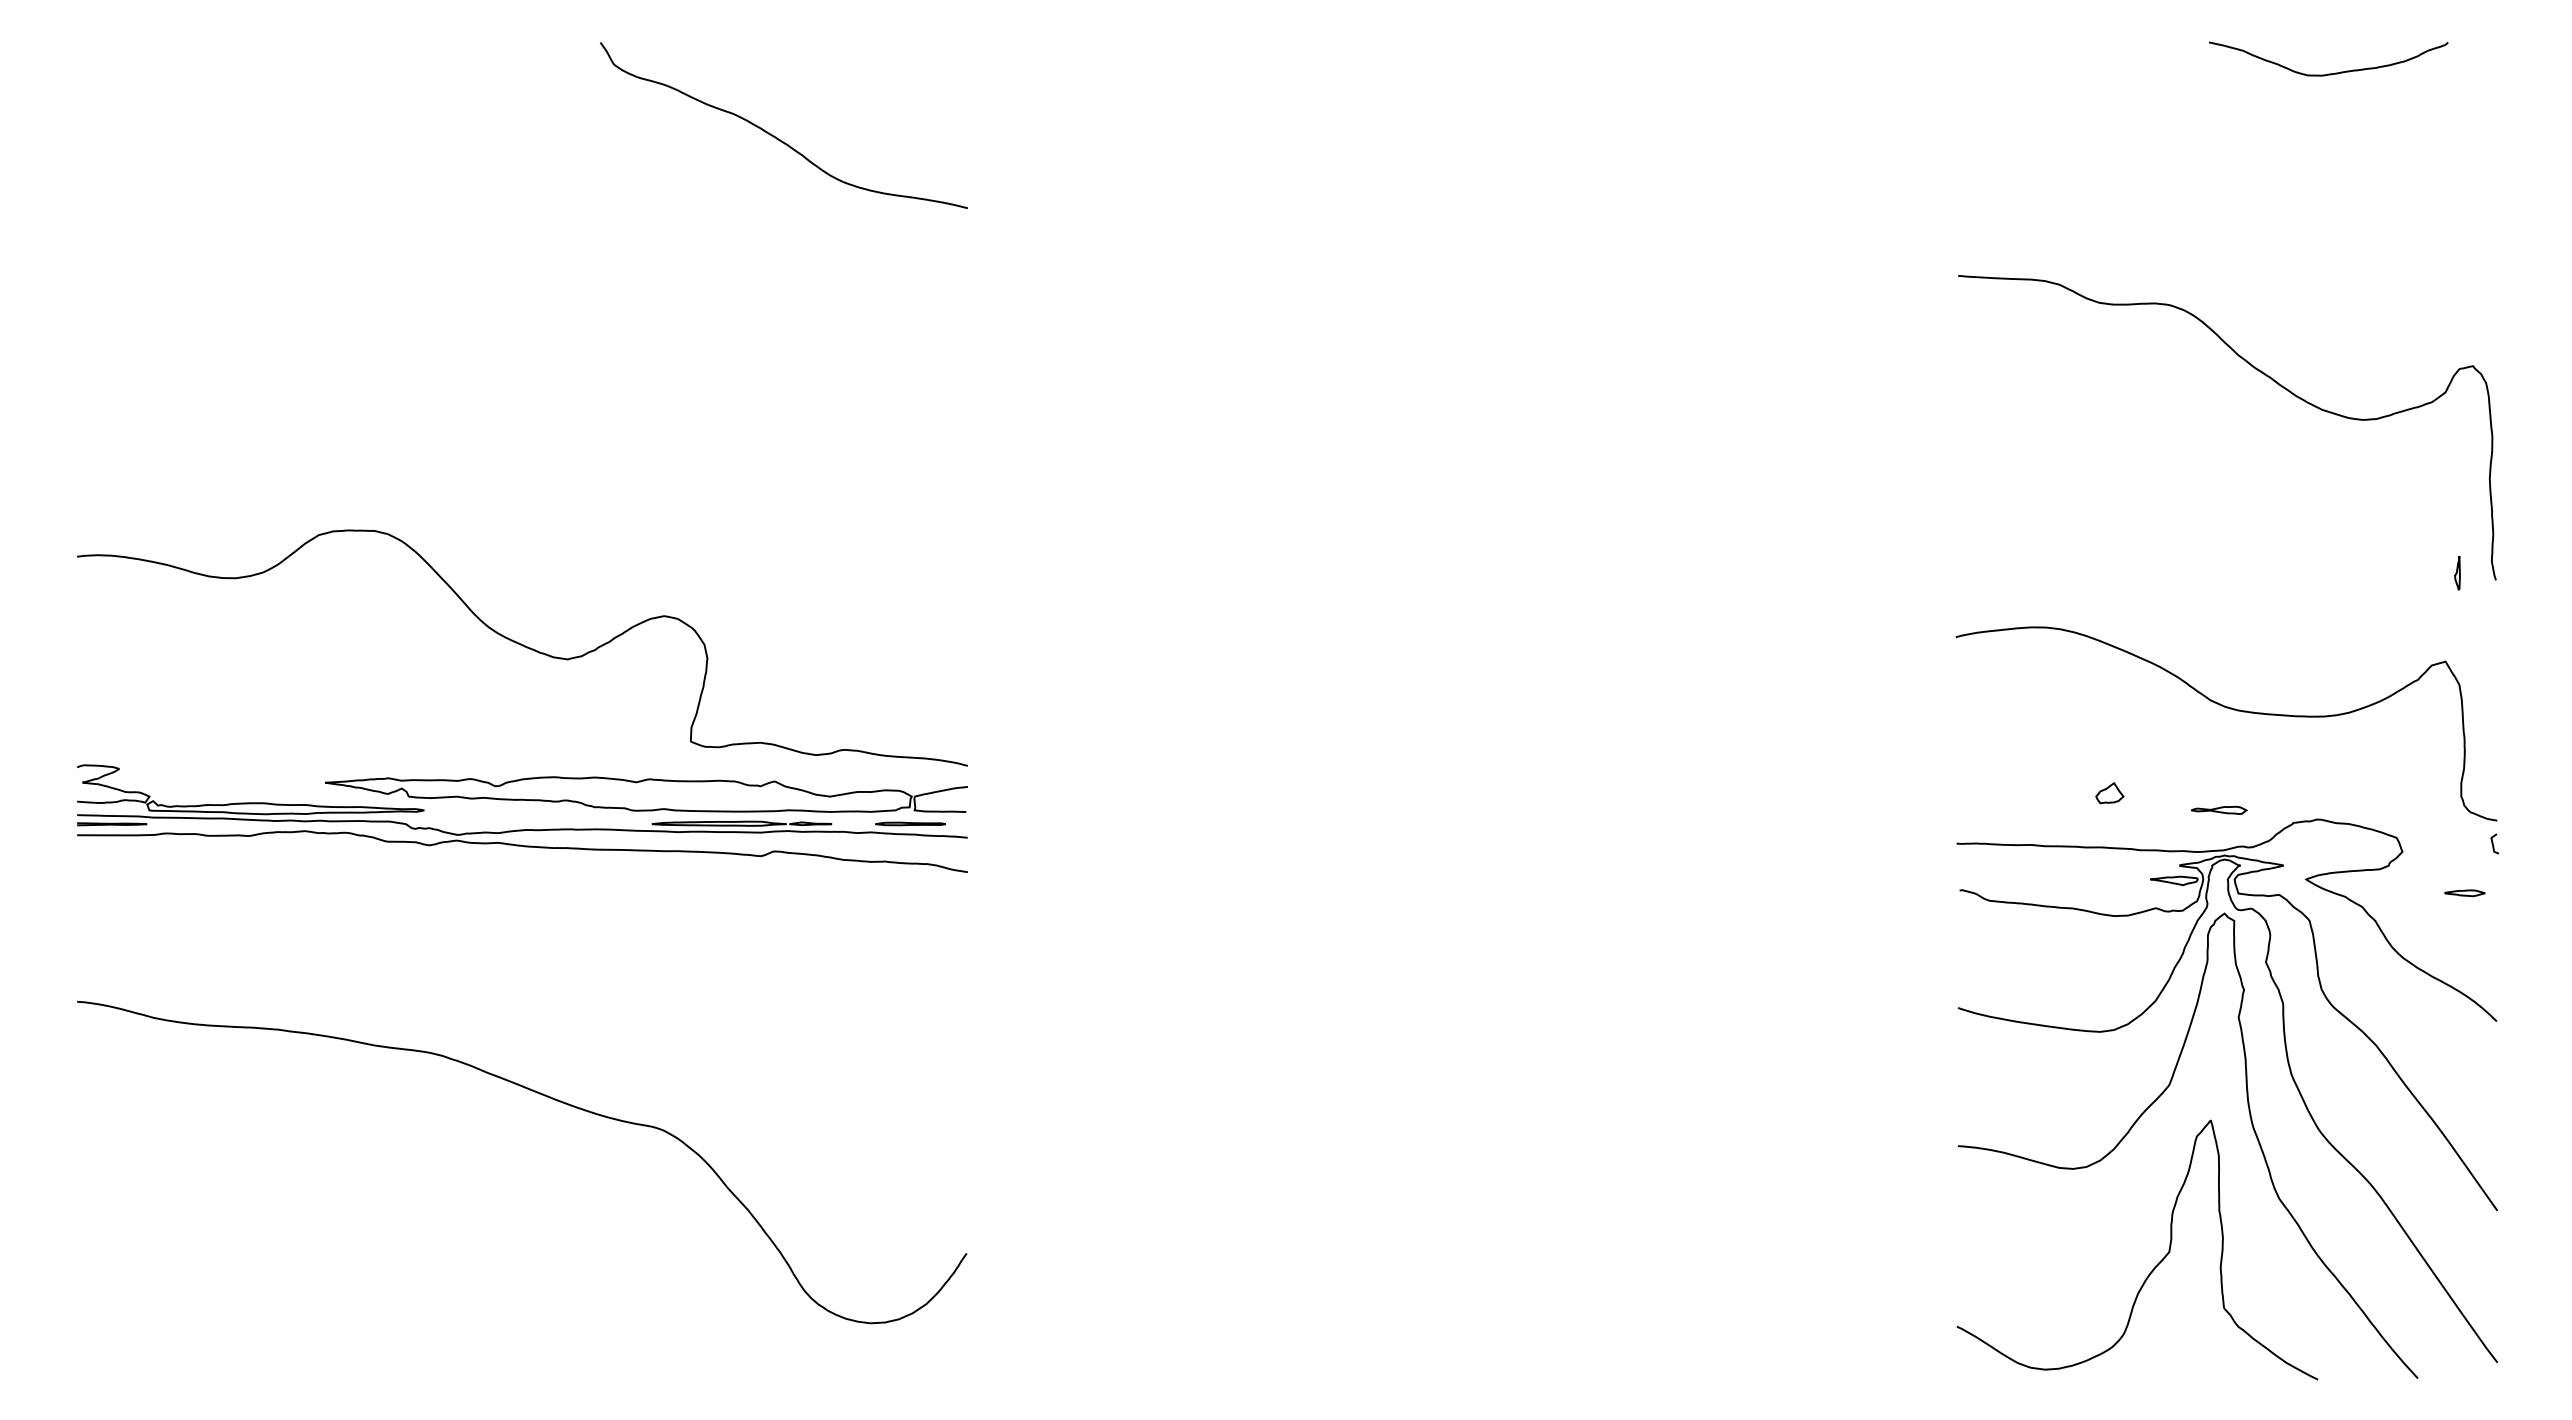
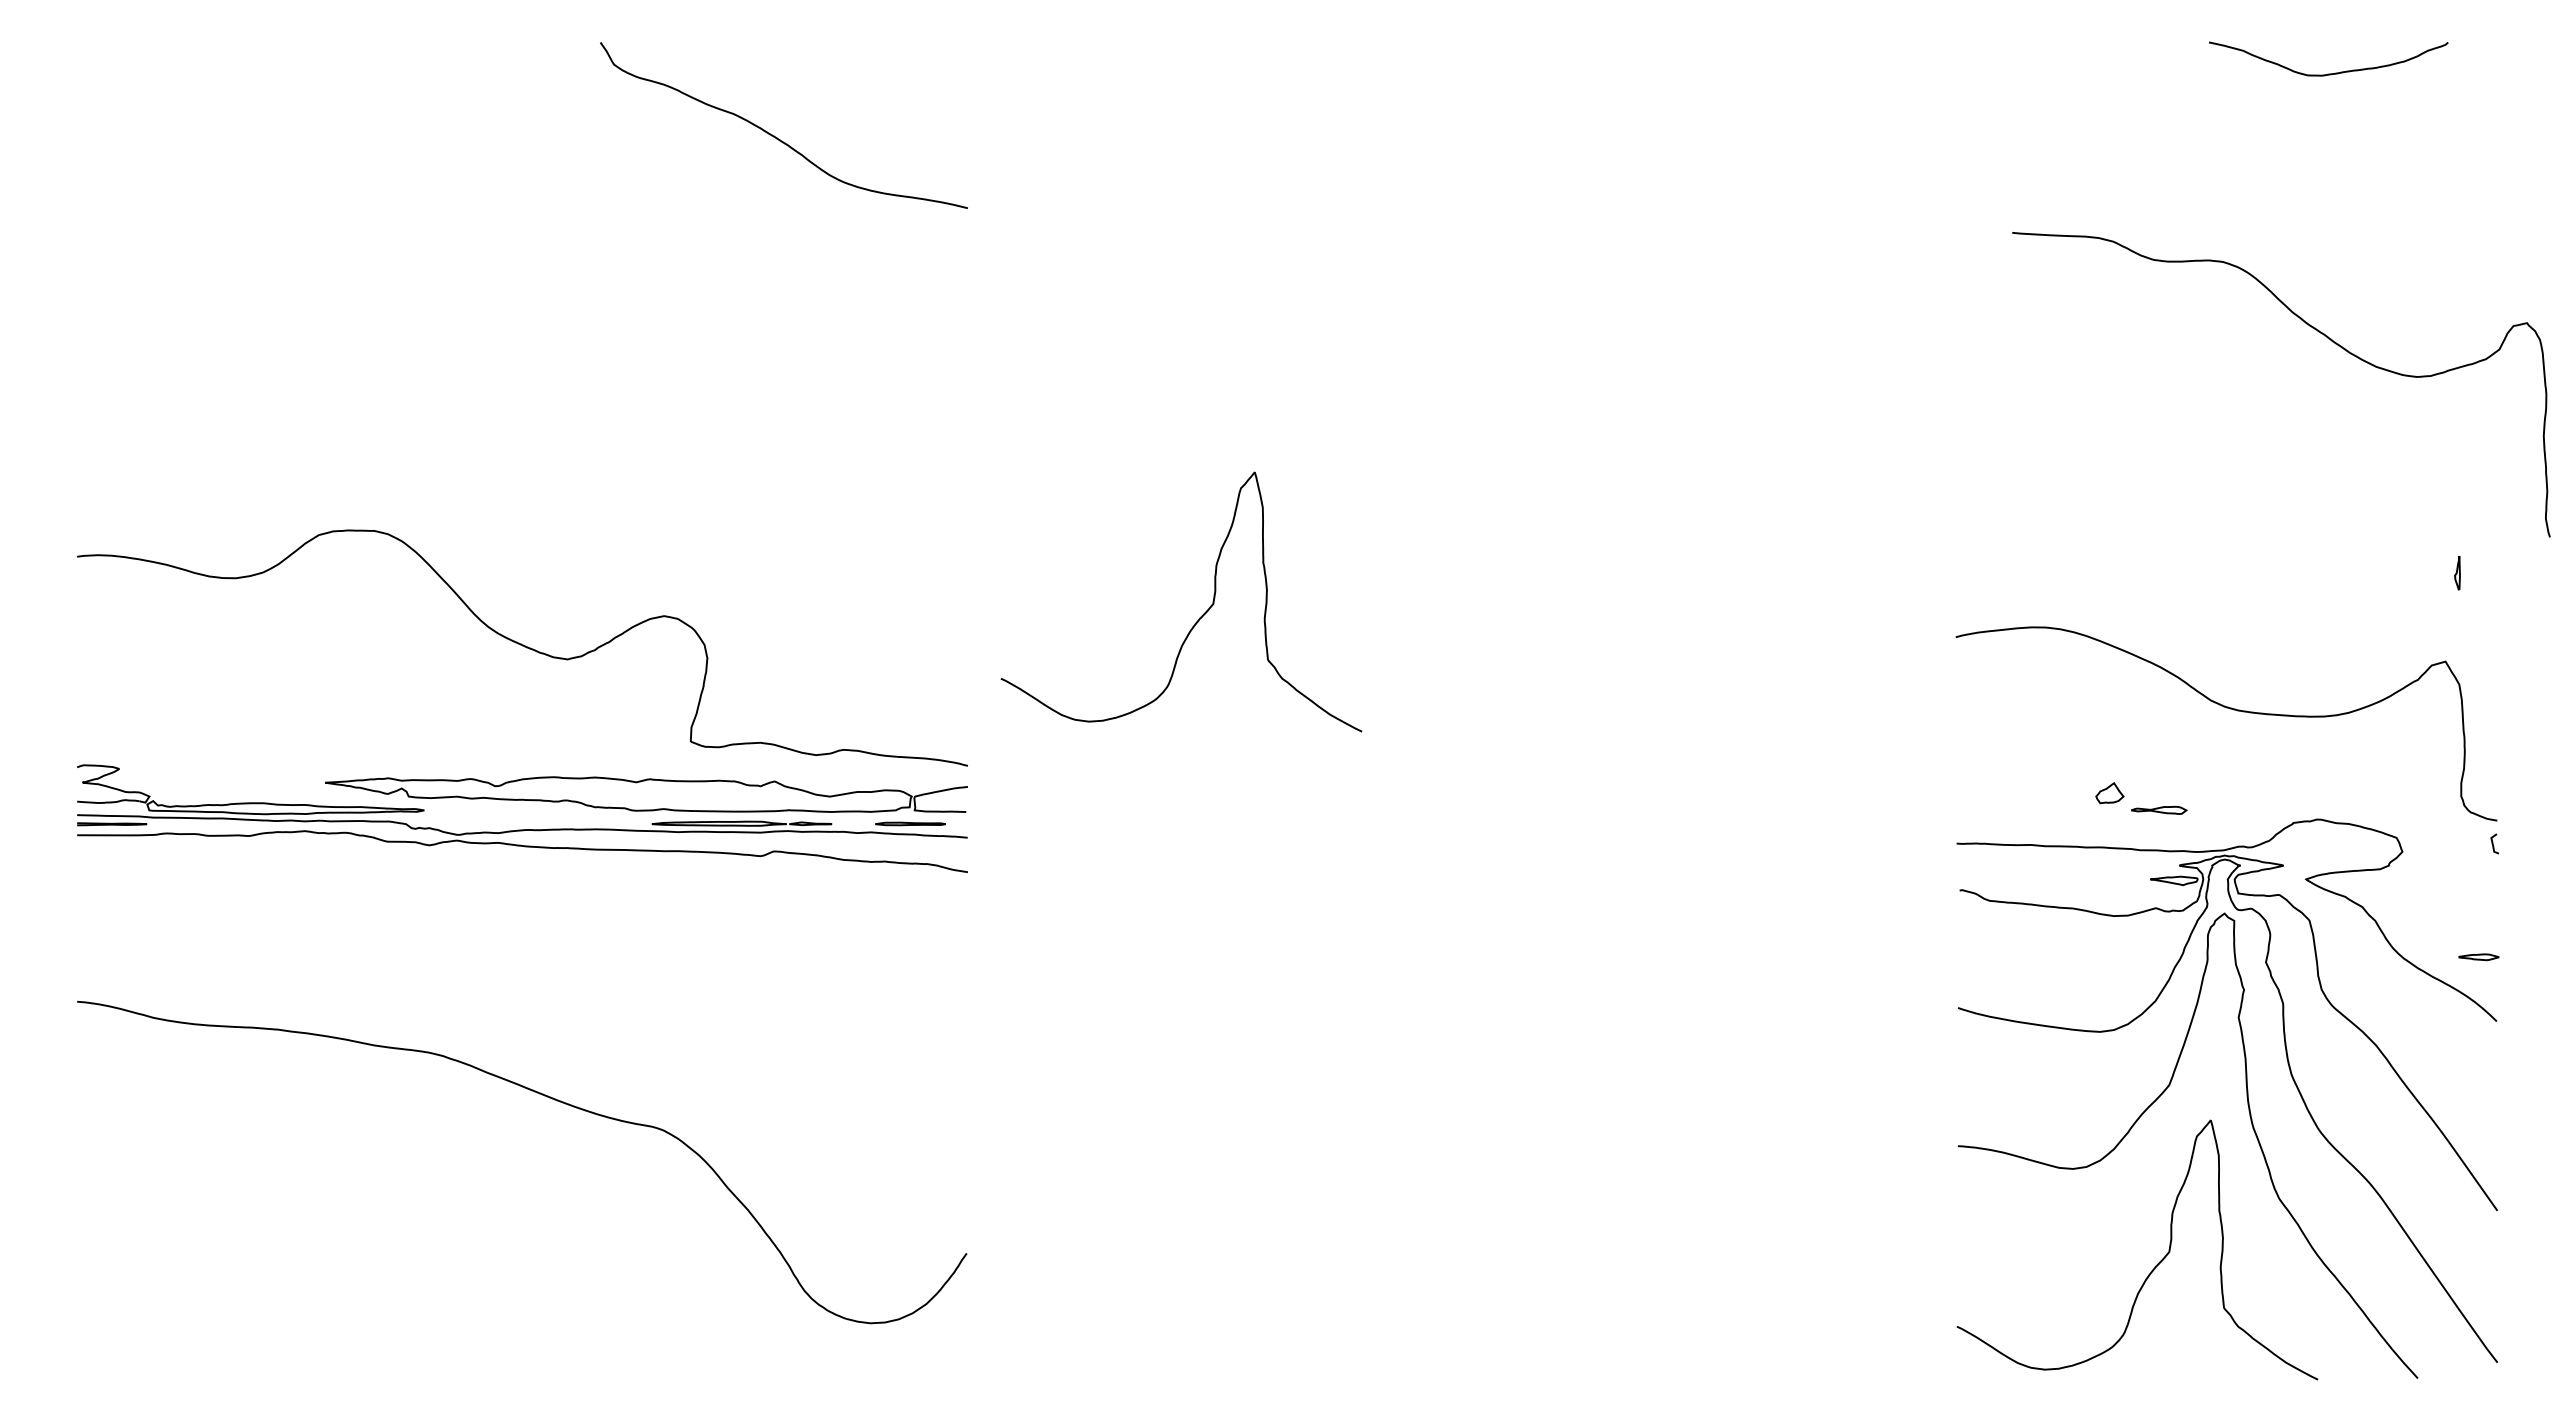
curve at (2261, 373) position: (2261, 373) -> (2315, 330)
curve at (1198, 618): none -> present
part at (2219, 809) position: (2219, 809) -> (2159, 809)
part at (2464, 893) position: (2464, 893) -> (2478, 957)
